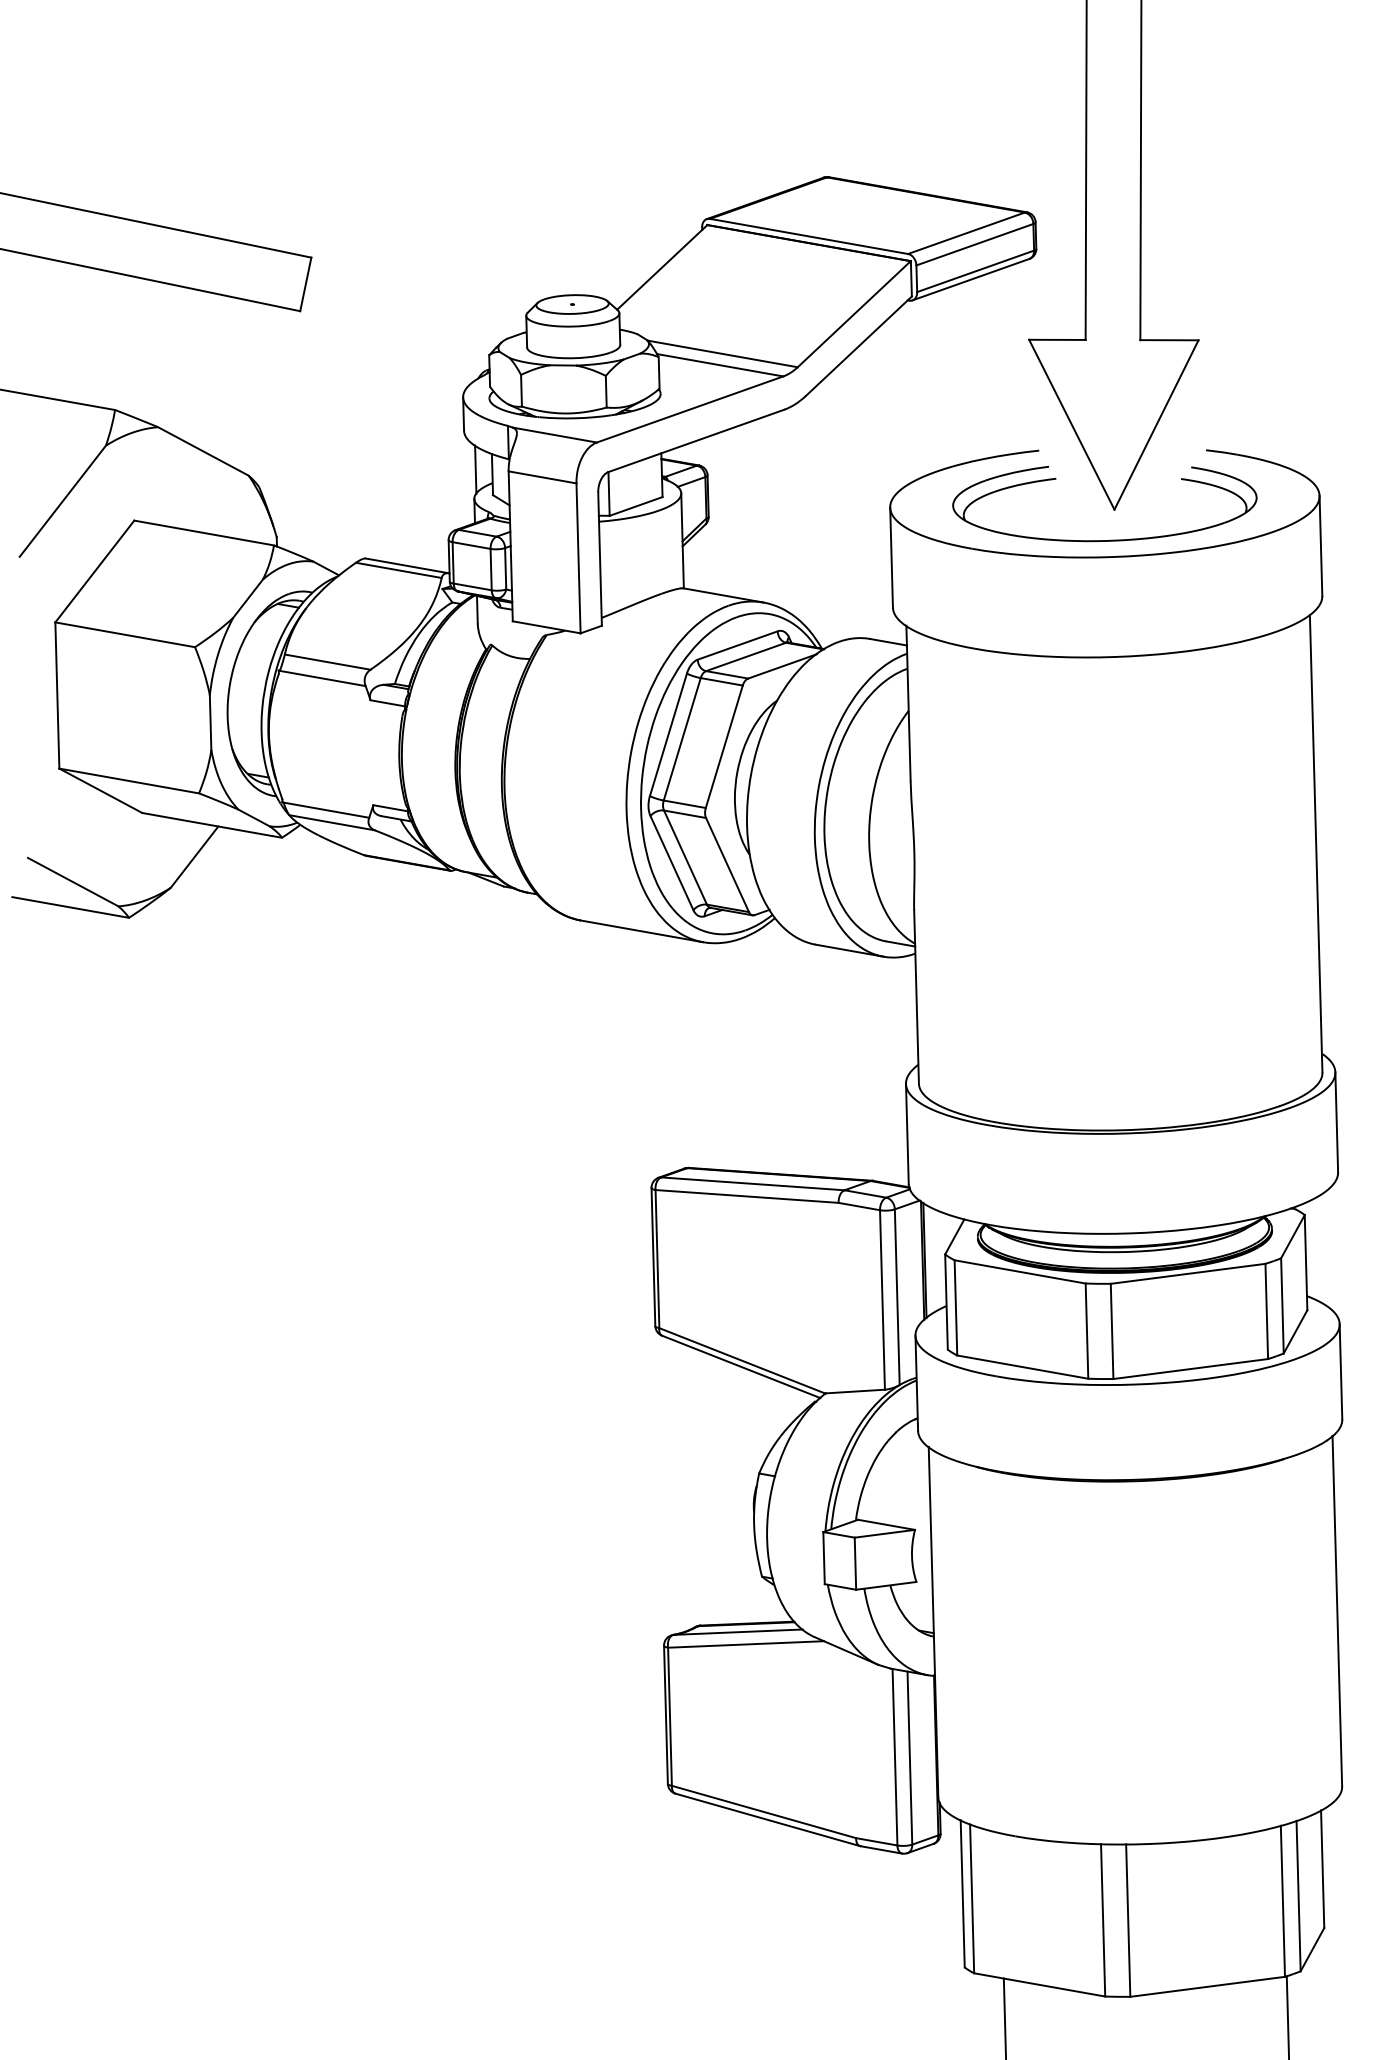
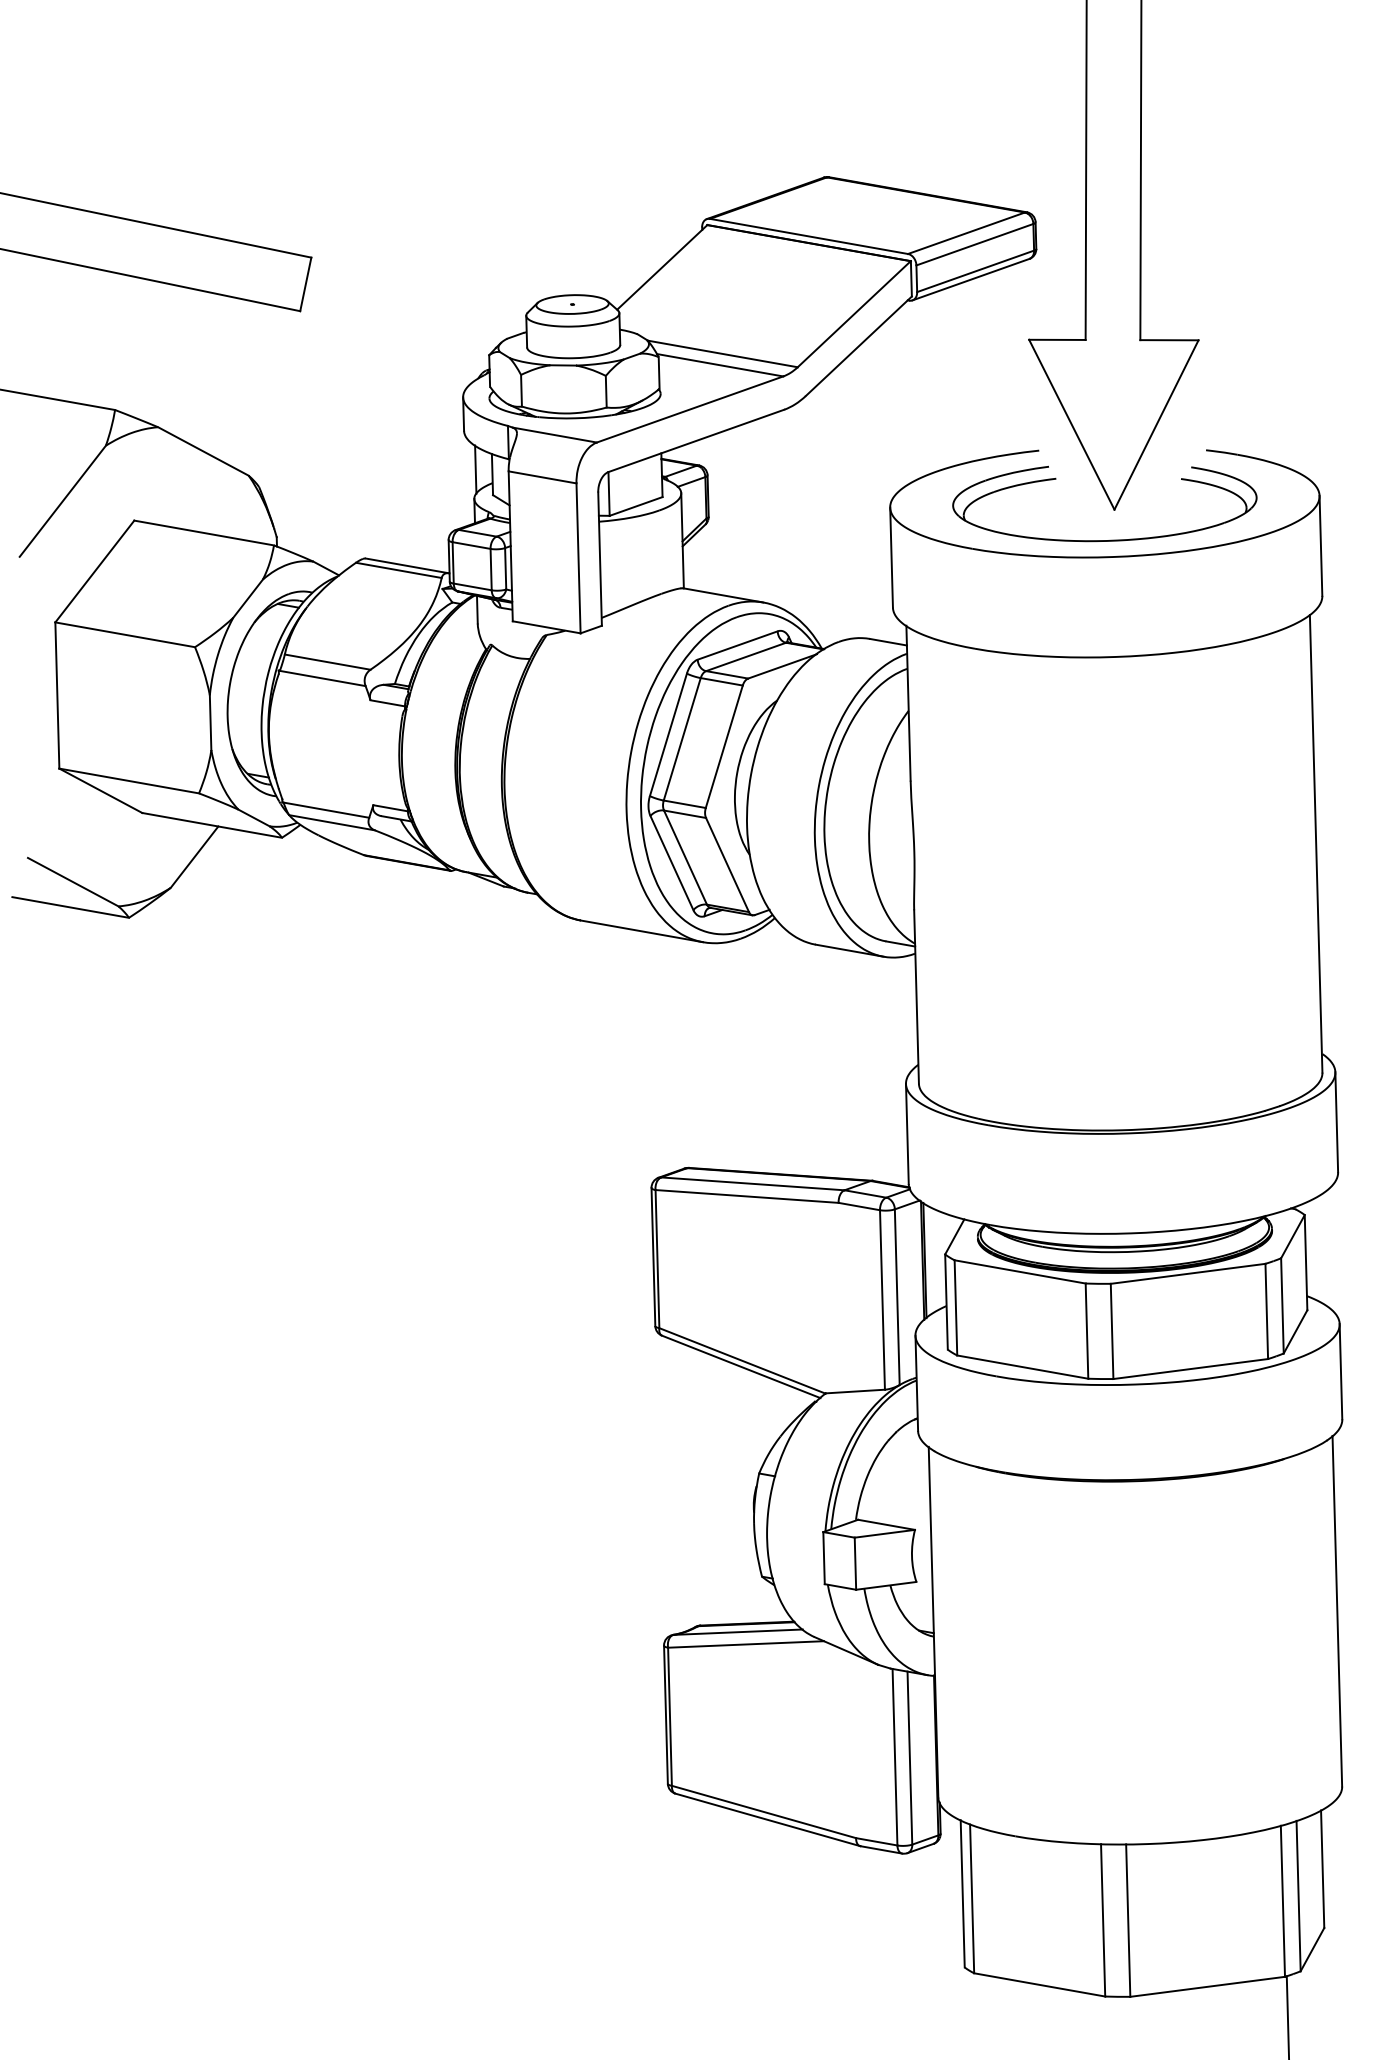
line at (1004, 2017): present -> none
